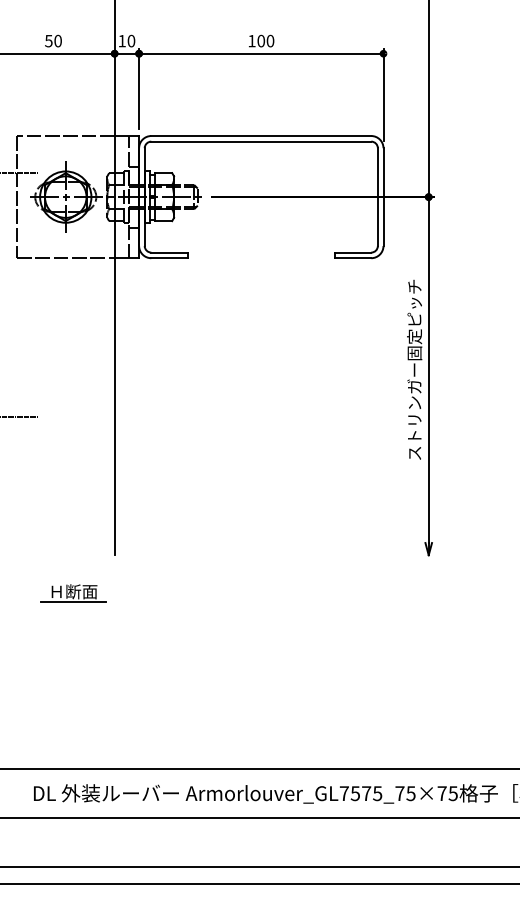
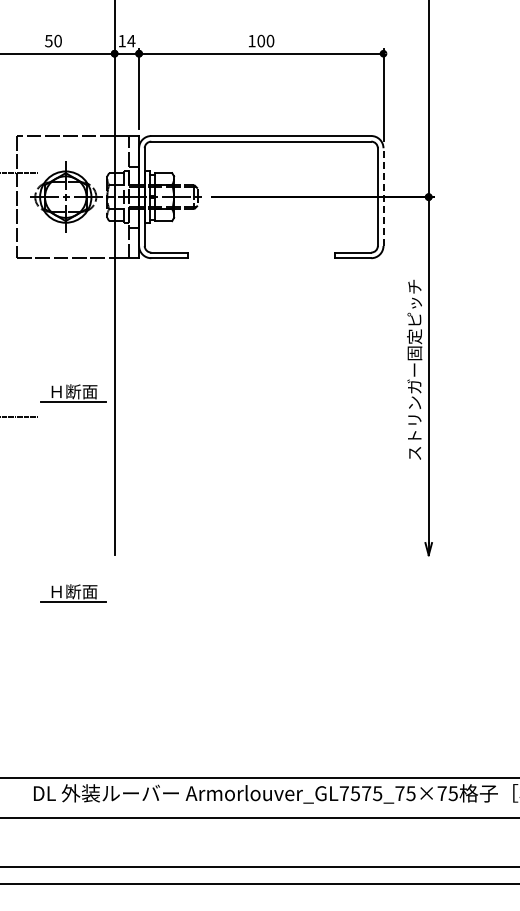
text at (131, 40): 10 -> 14
line at (383, 197): solid -> dashed
part at (73, 393): none -> present
line at (259, 769) position: (259, 769) -> (259, 778)
